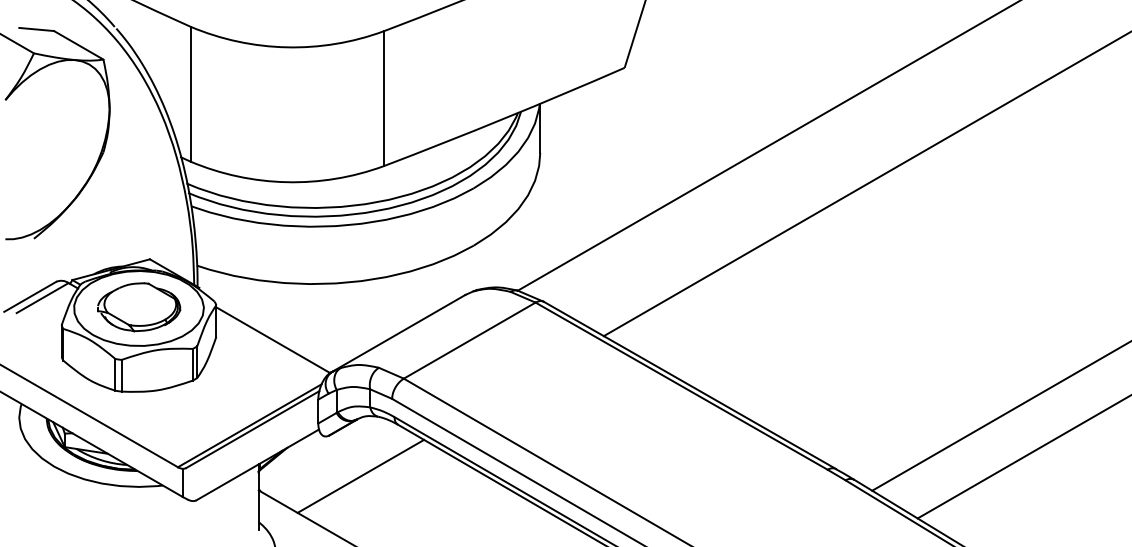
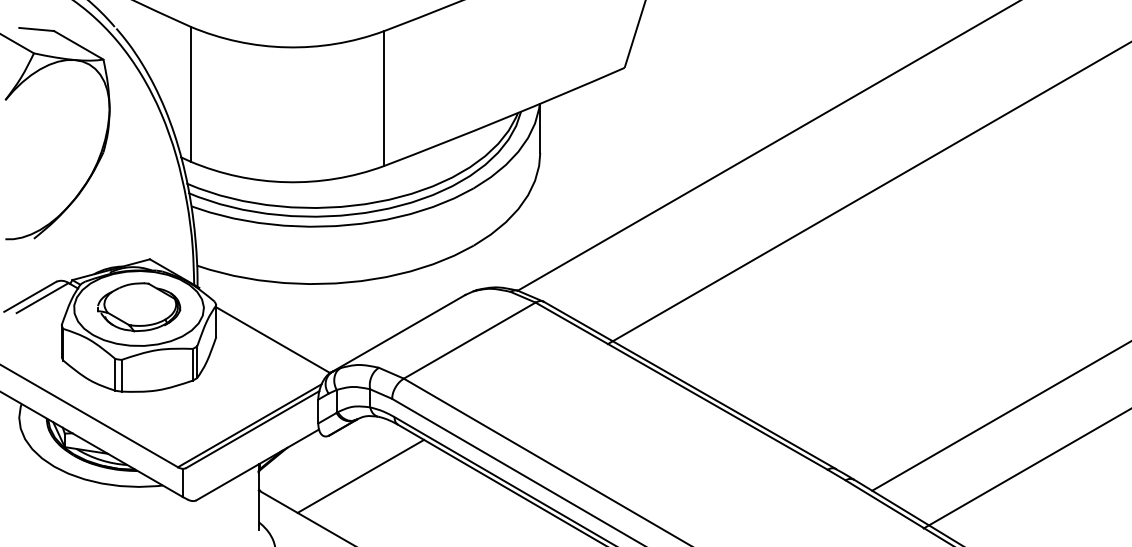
line at (865, 184) position: (865, 184) -> (867, 193)
line at (1022, 457) position: (1022, 457) -> (1025, 469)
